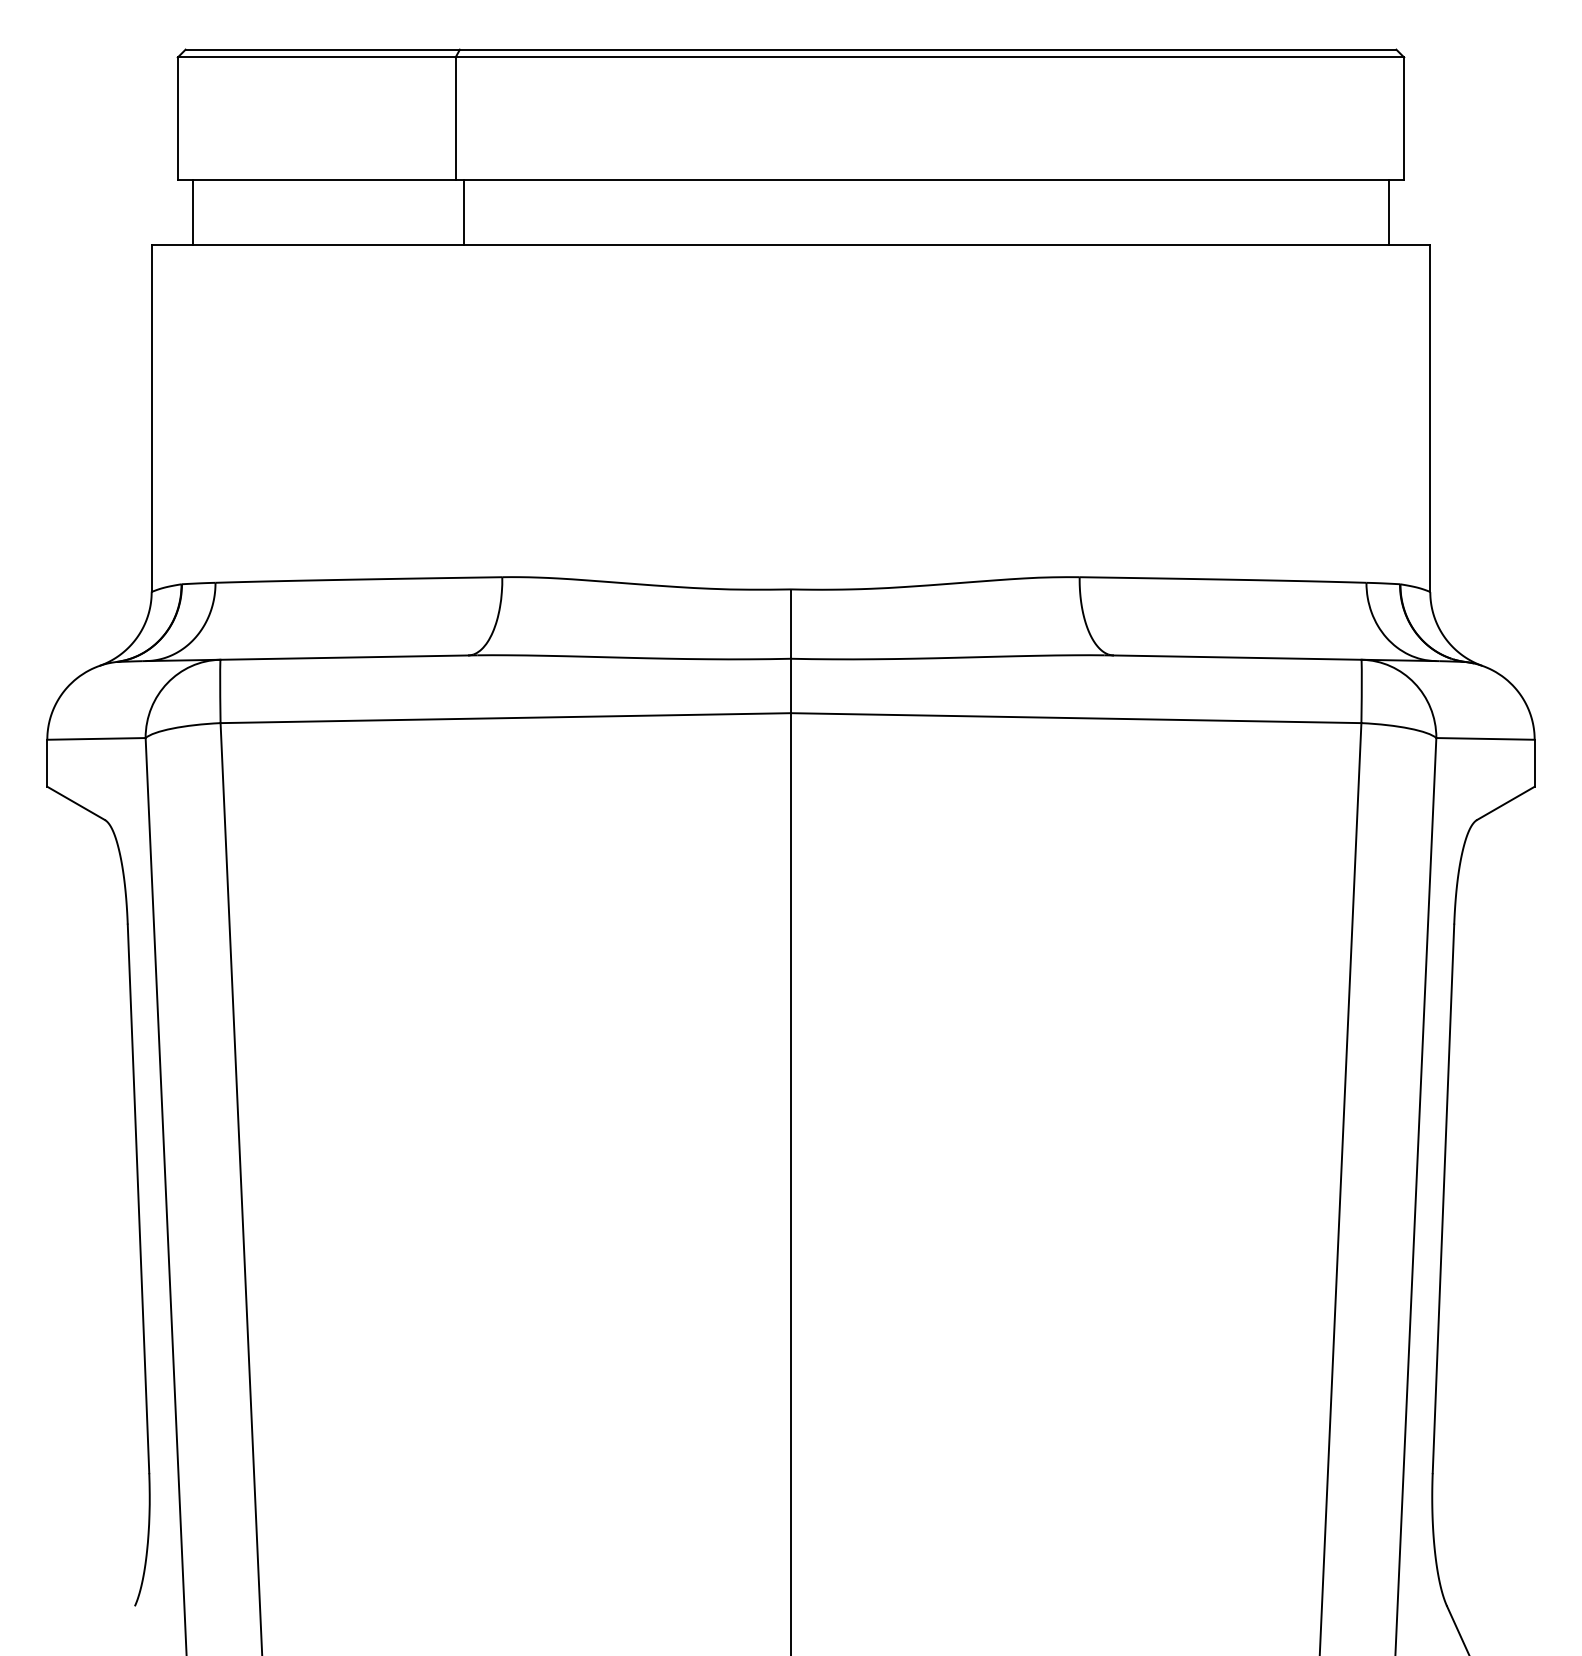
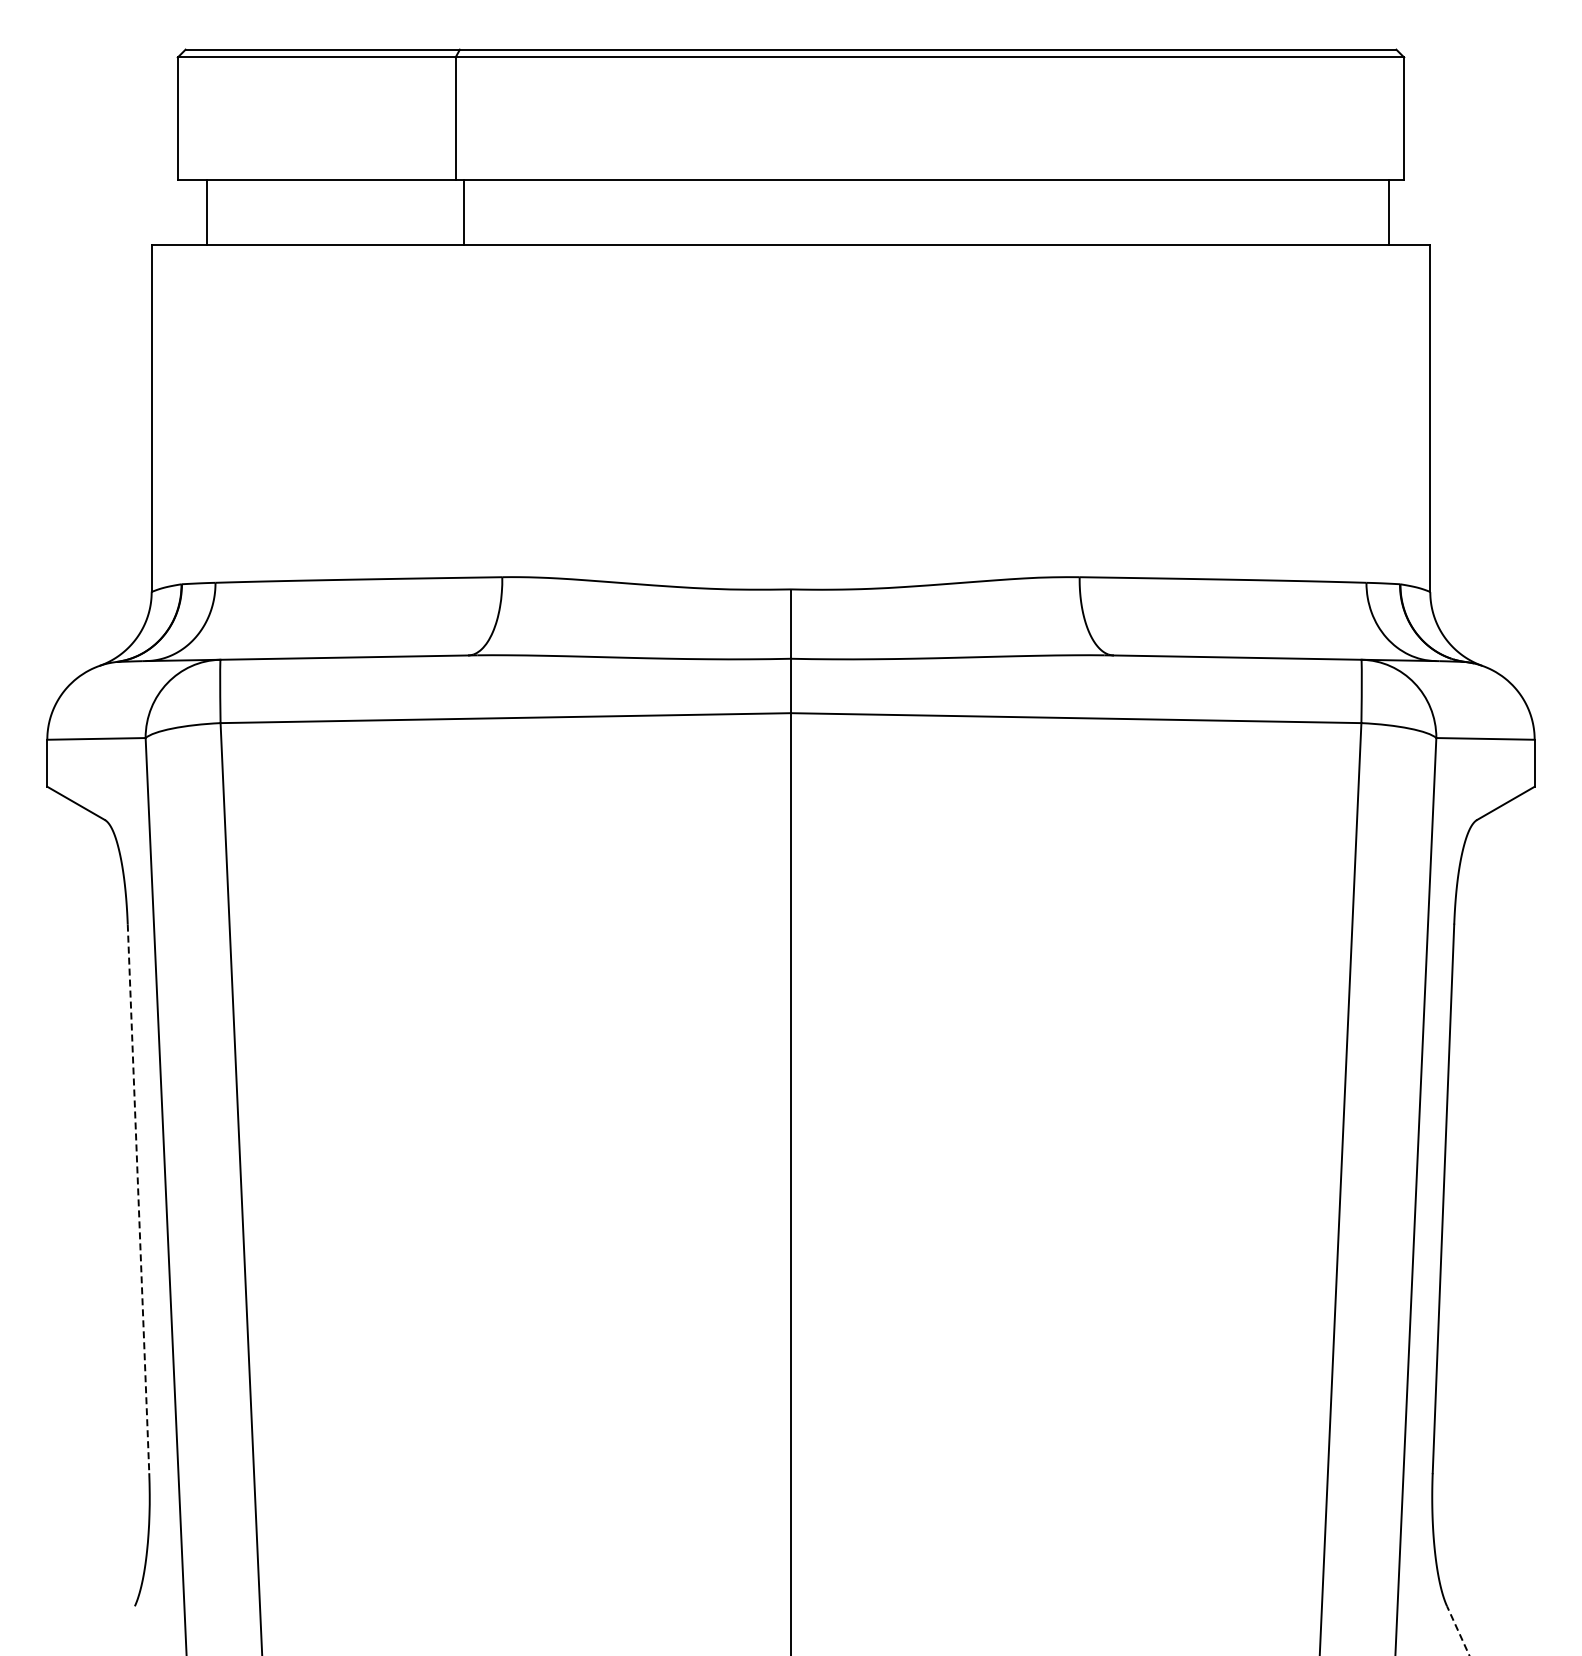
line at (193, 212) position: (193, 212) -> (207, 212)
line at (138, 1198): solid -> dashed
line at (1458, 1630): solid -> dashed
